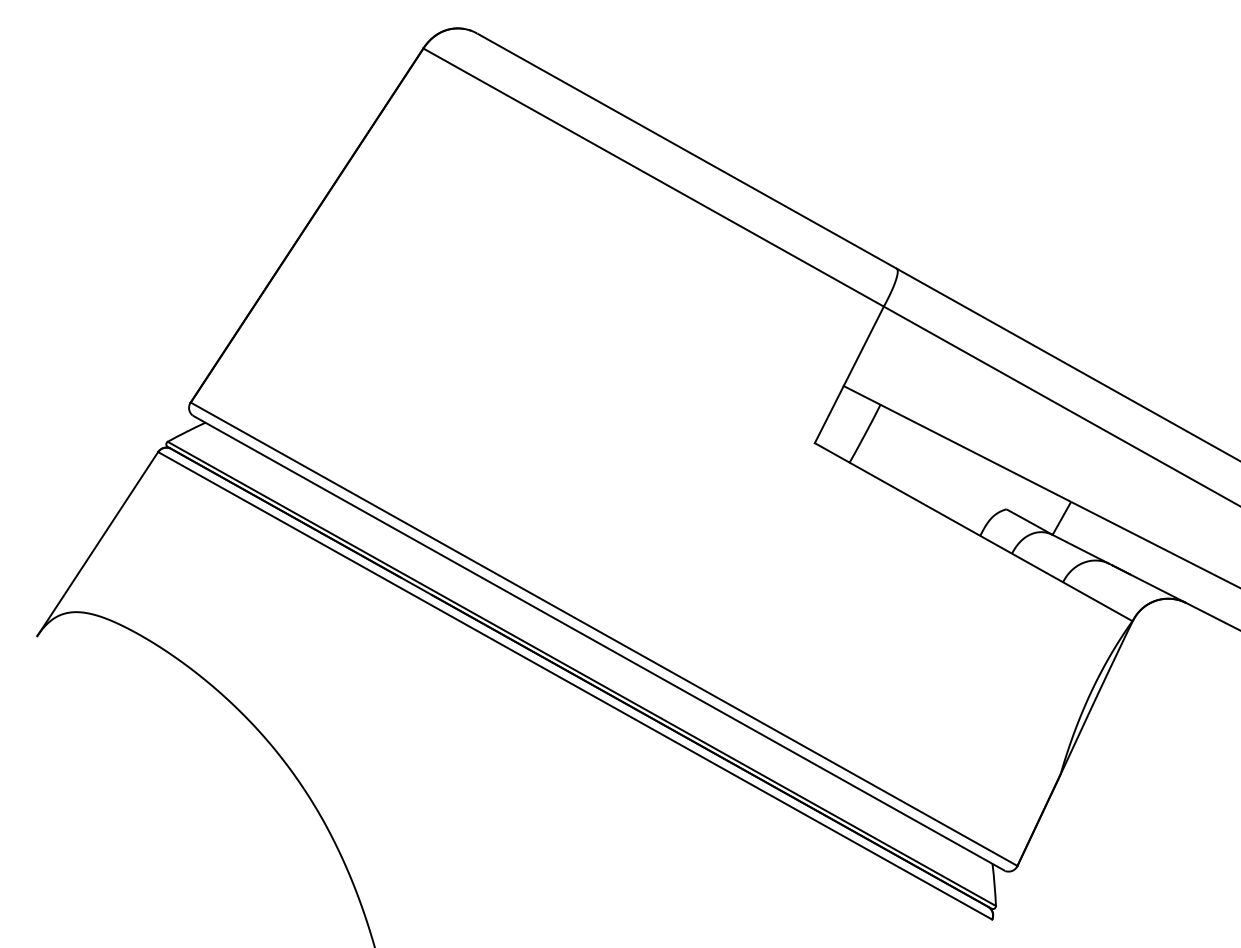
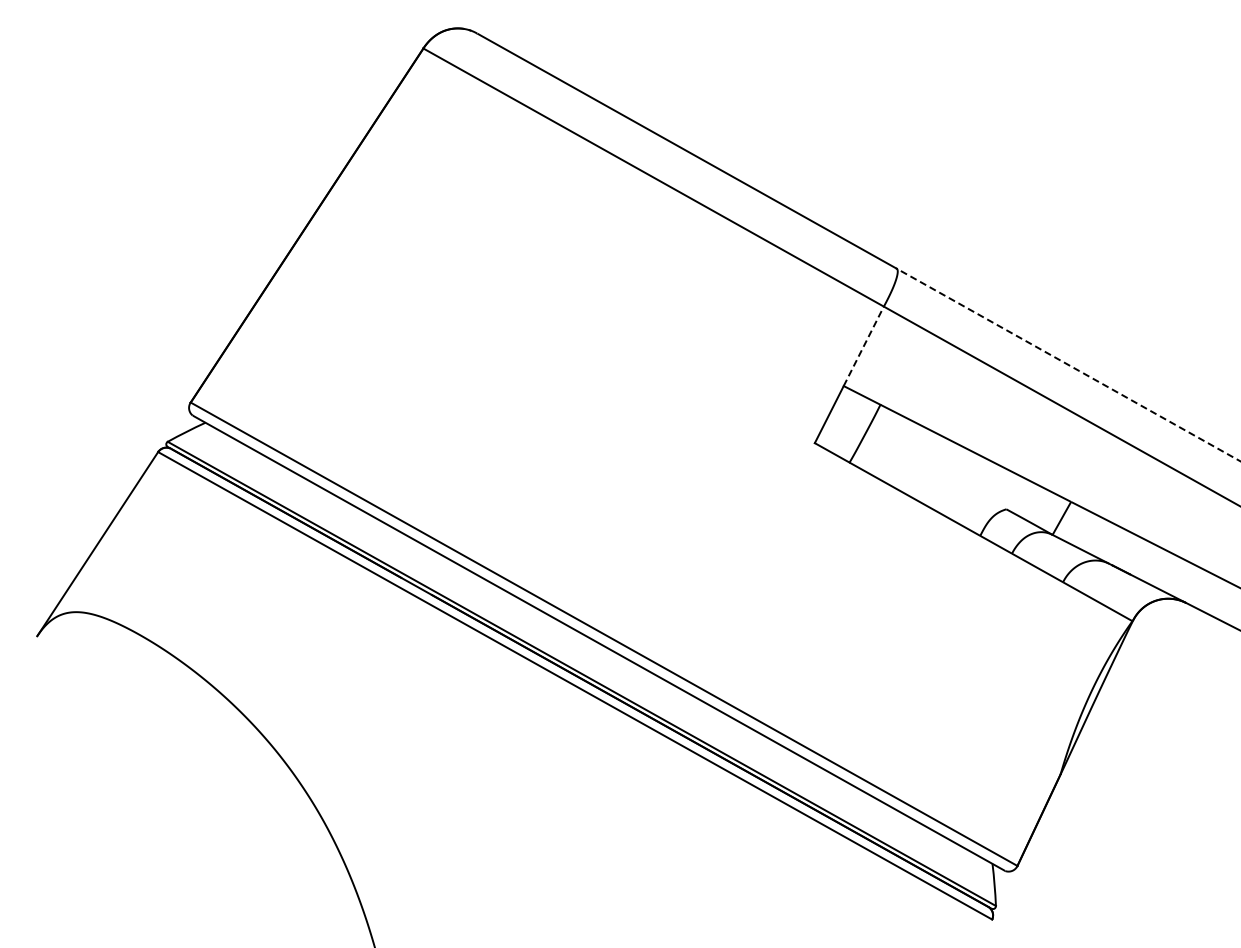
line at (863, 346): solid -> dashed
line at (1068, 365): solid -> dashed
